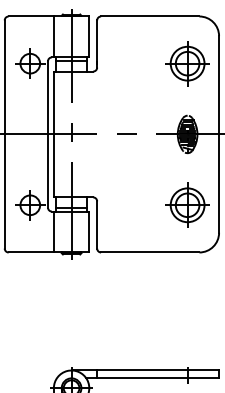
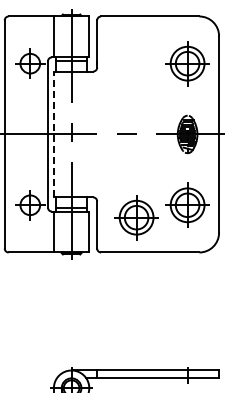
line at (53, 134): solid -> dashed
part at (136, 217): none -> present
